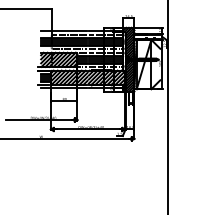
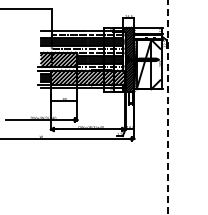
line at (167, 107): solid -> dashed
